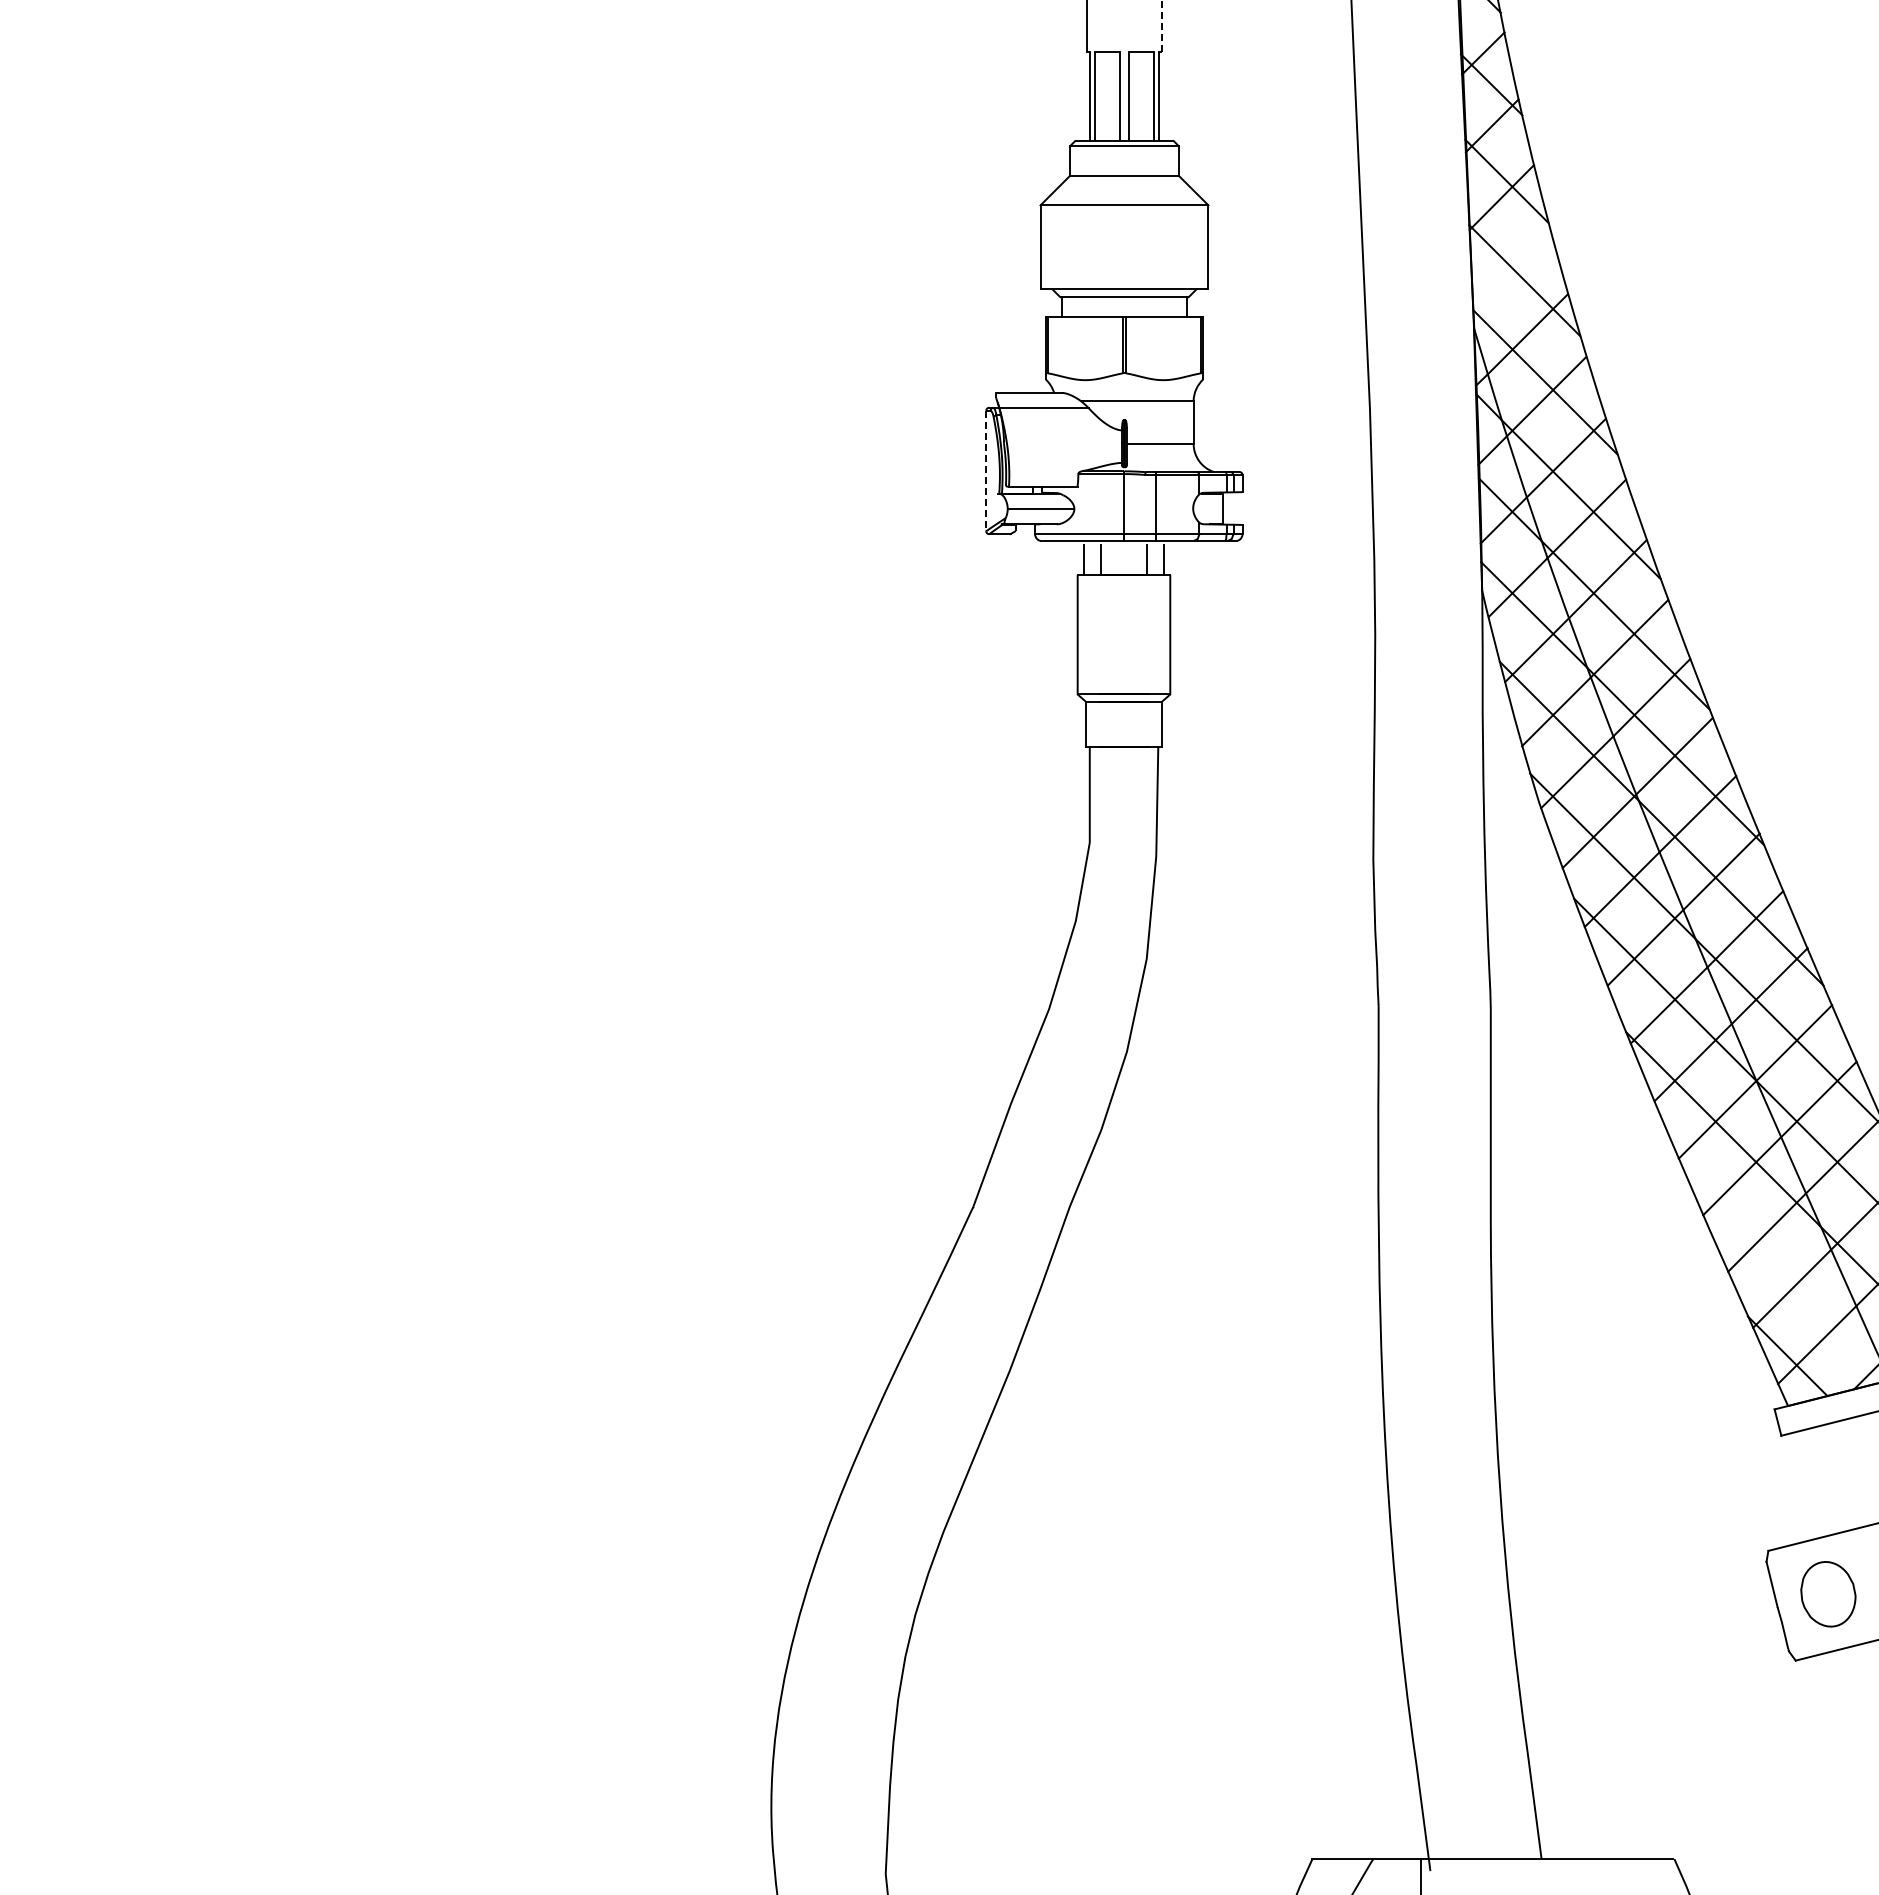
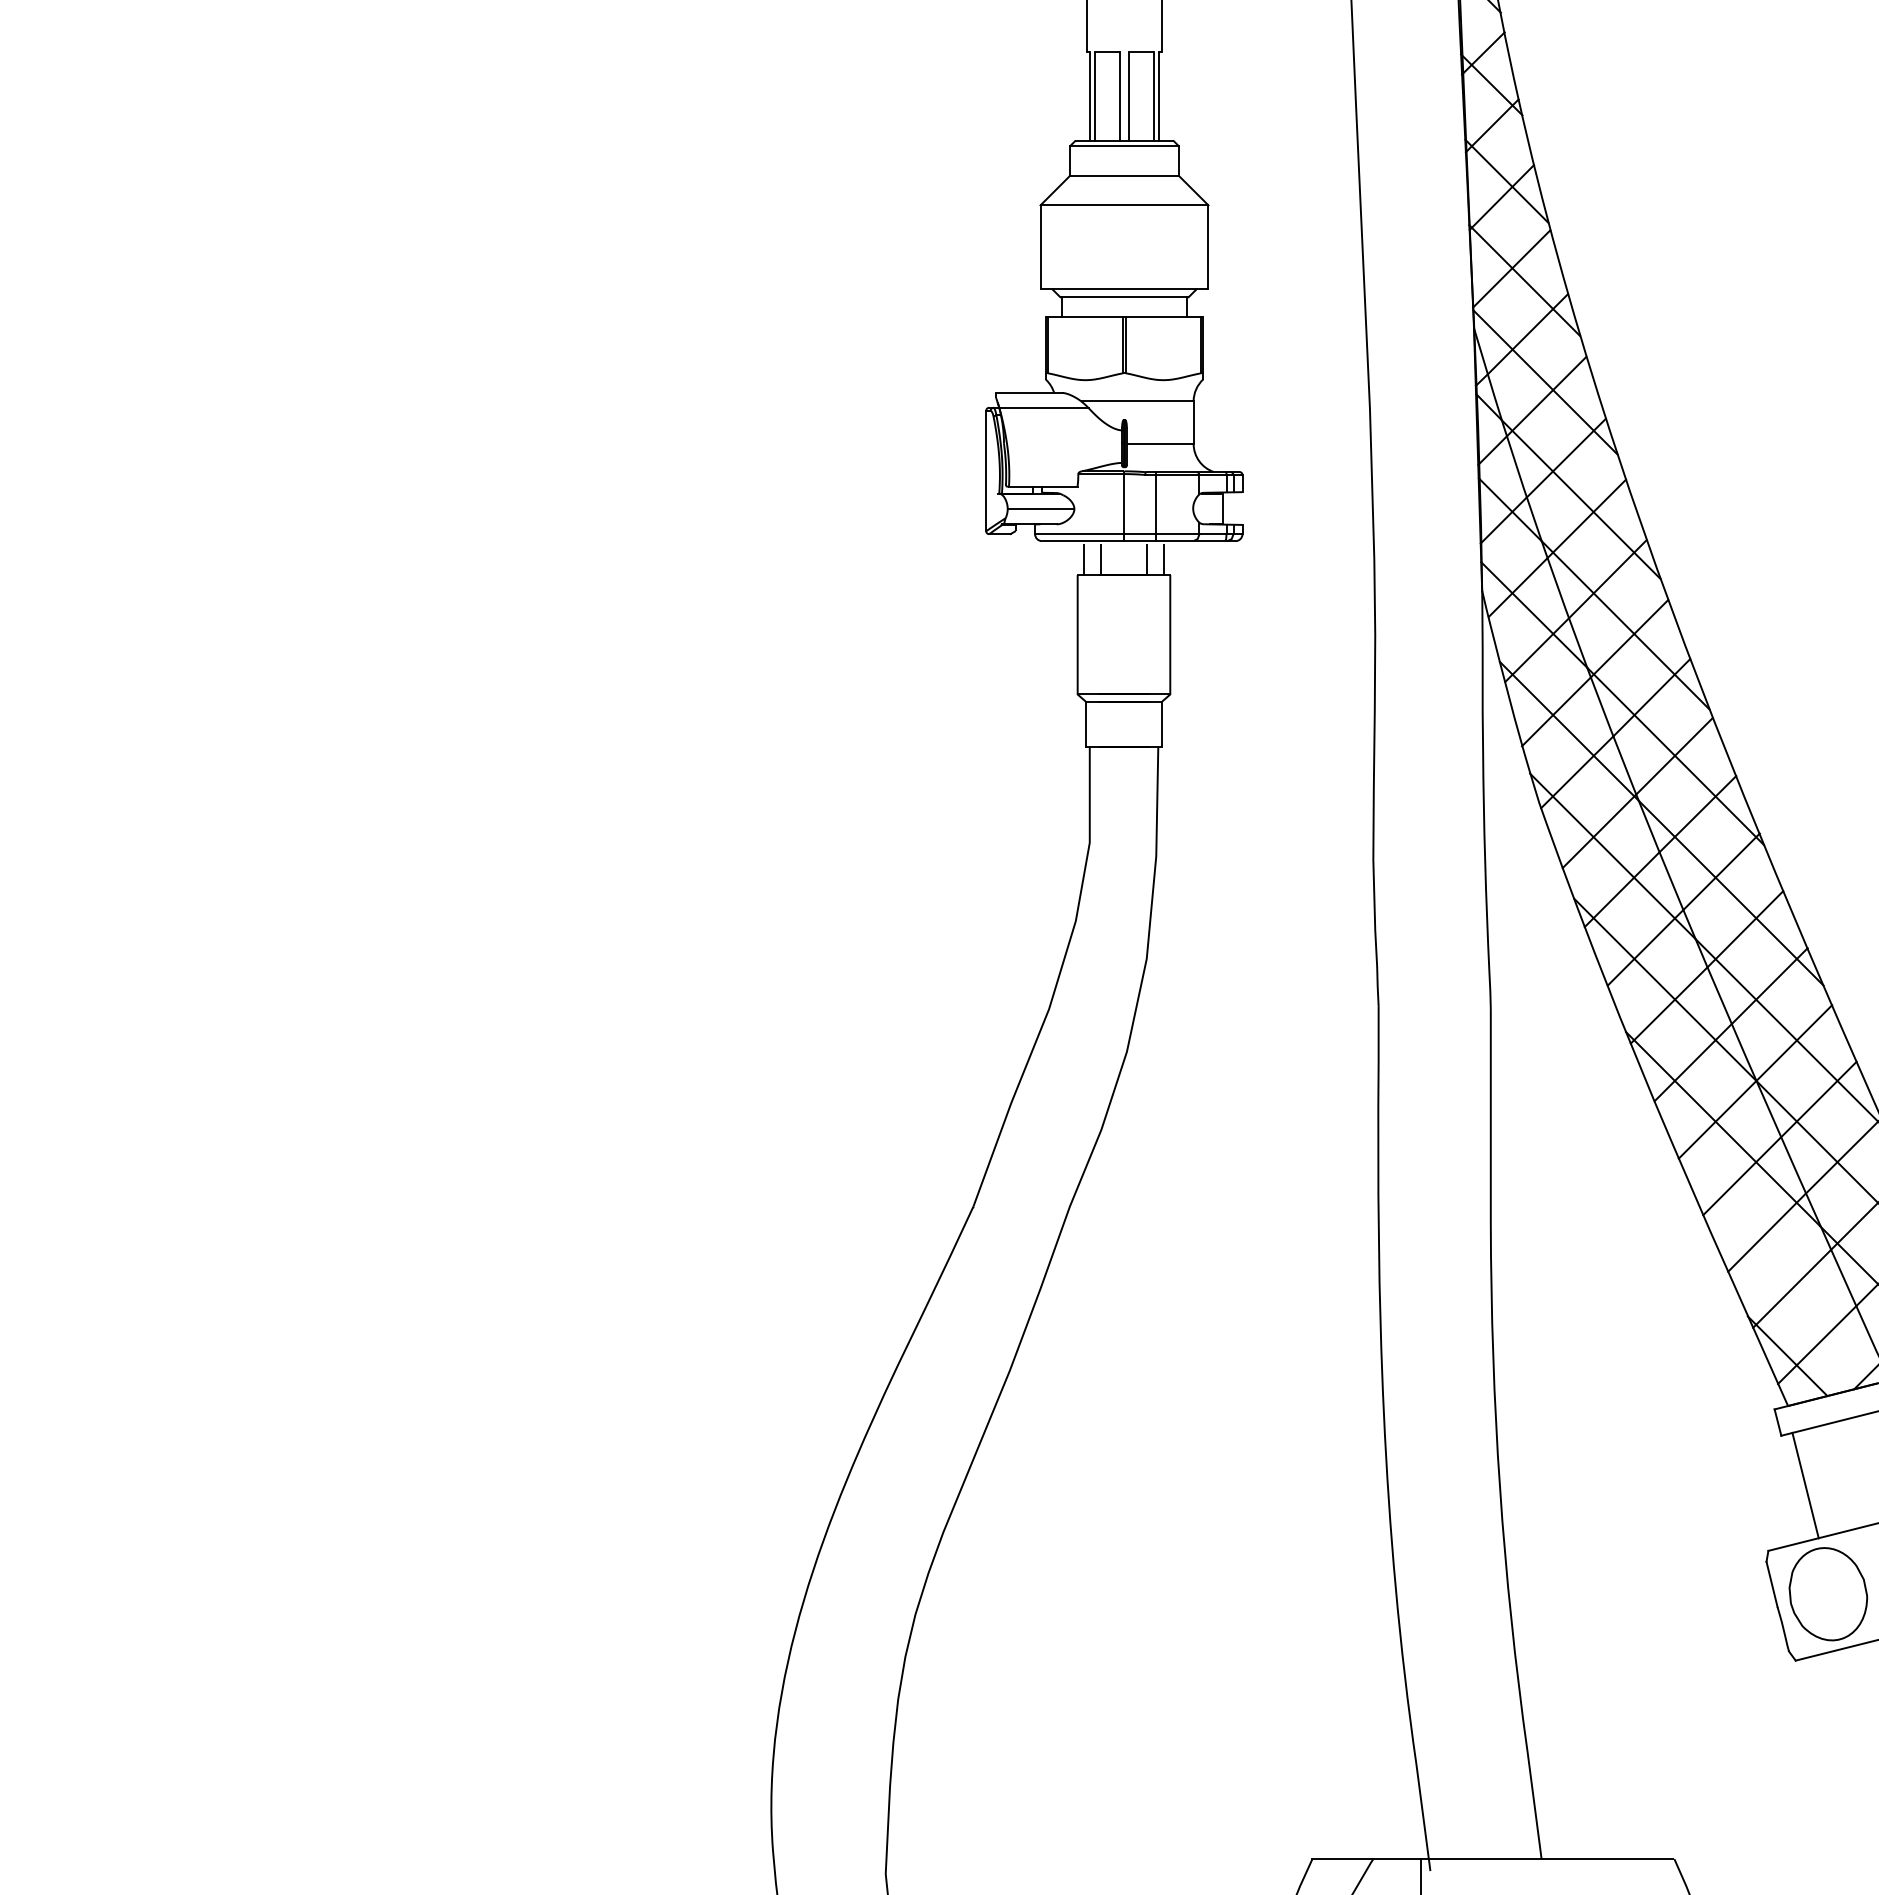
line at (1161, 26): dashed -> solid
line at (1511, 268): none -> present
line at (986, 471): dashed -> solid
line at (1805, 1485): none -> present
part at (1828, 1594) size: 57x67 px -> 81x95 px
